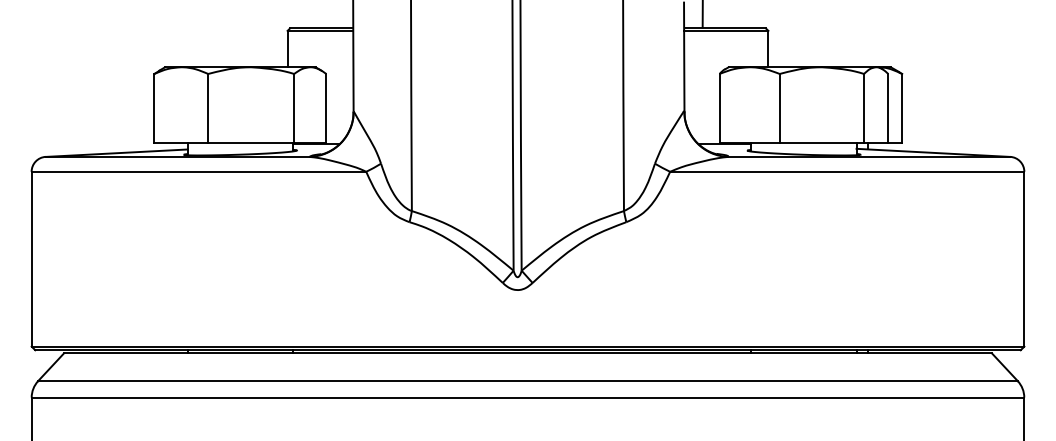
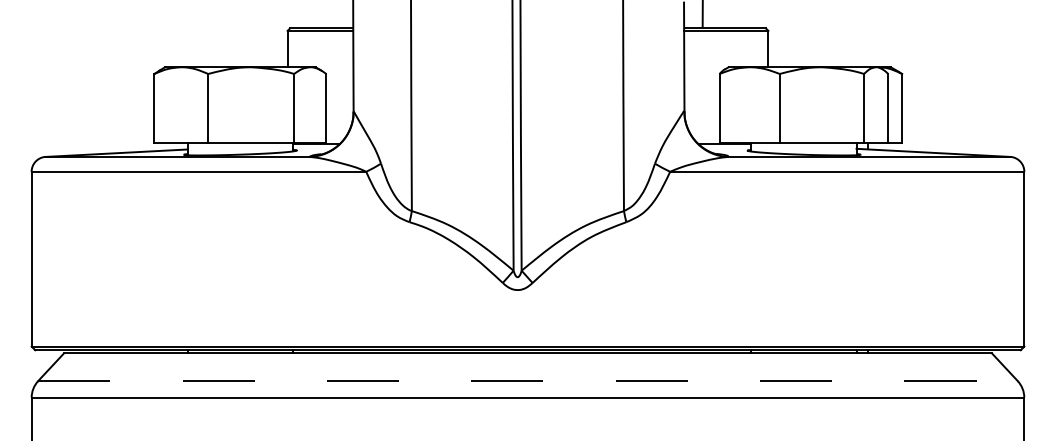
line at (527, 381): solid -> dashed
